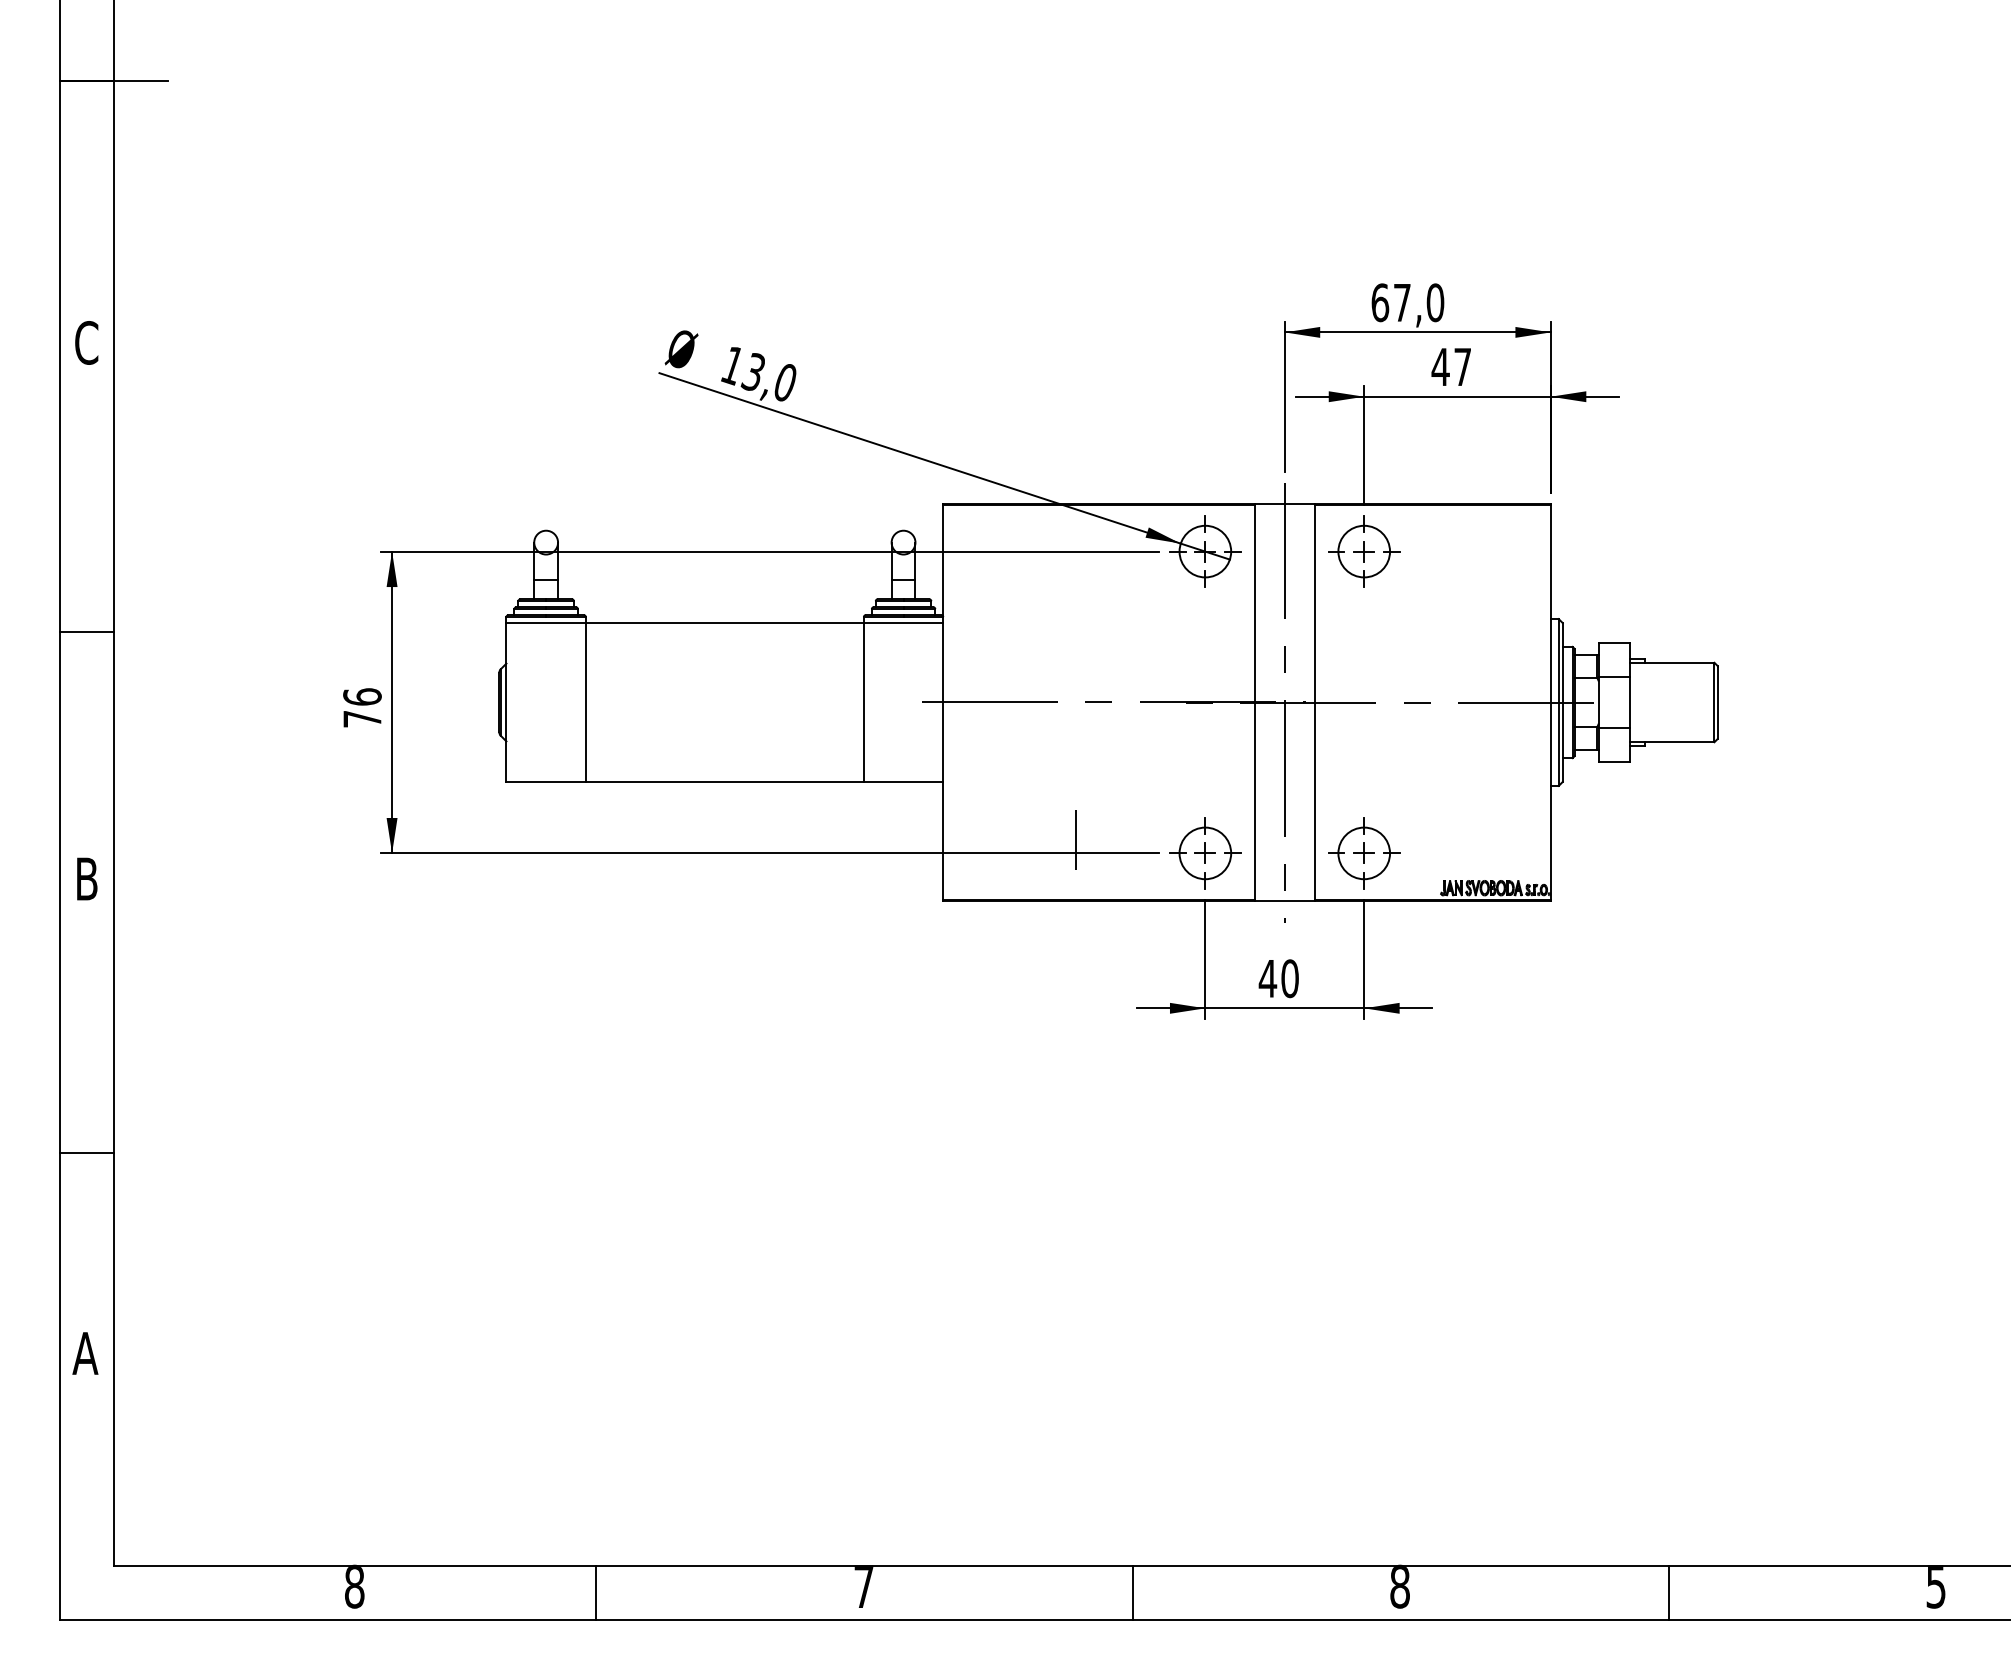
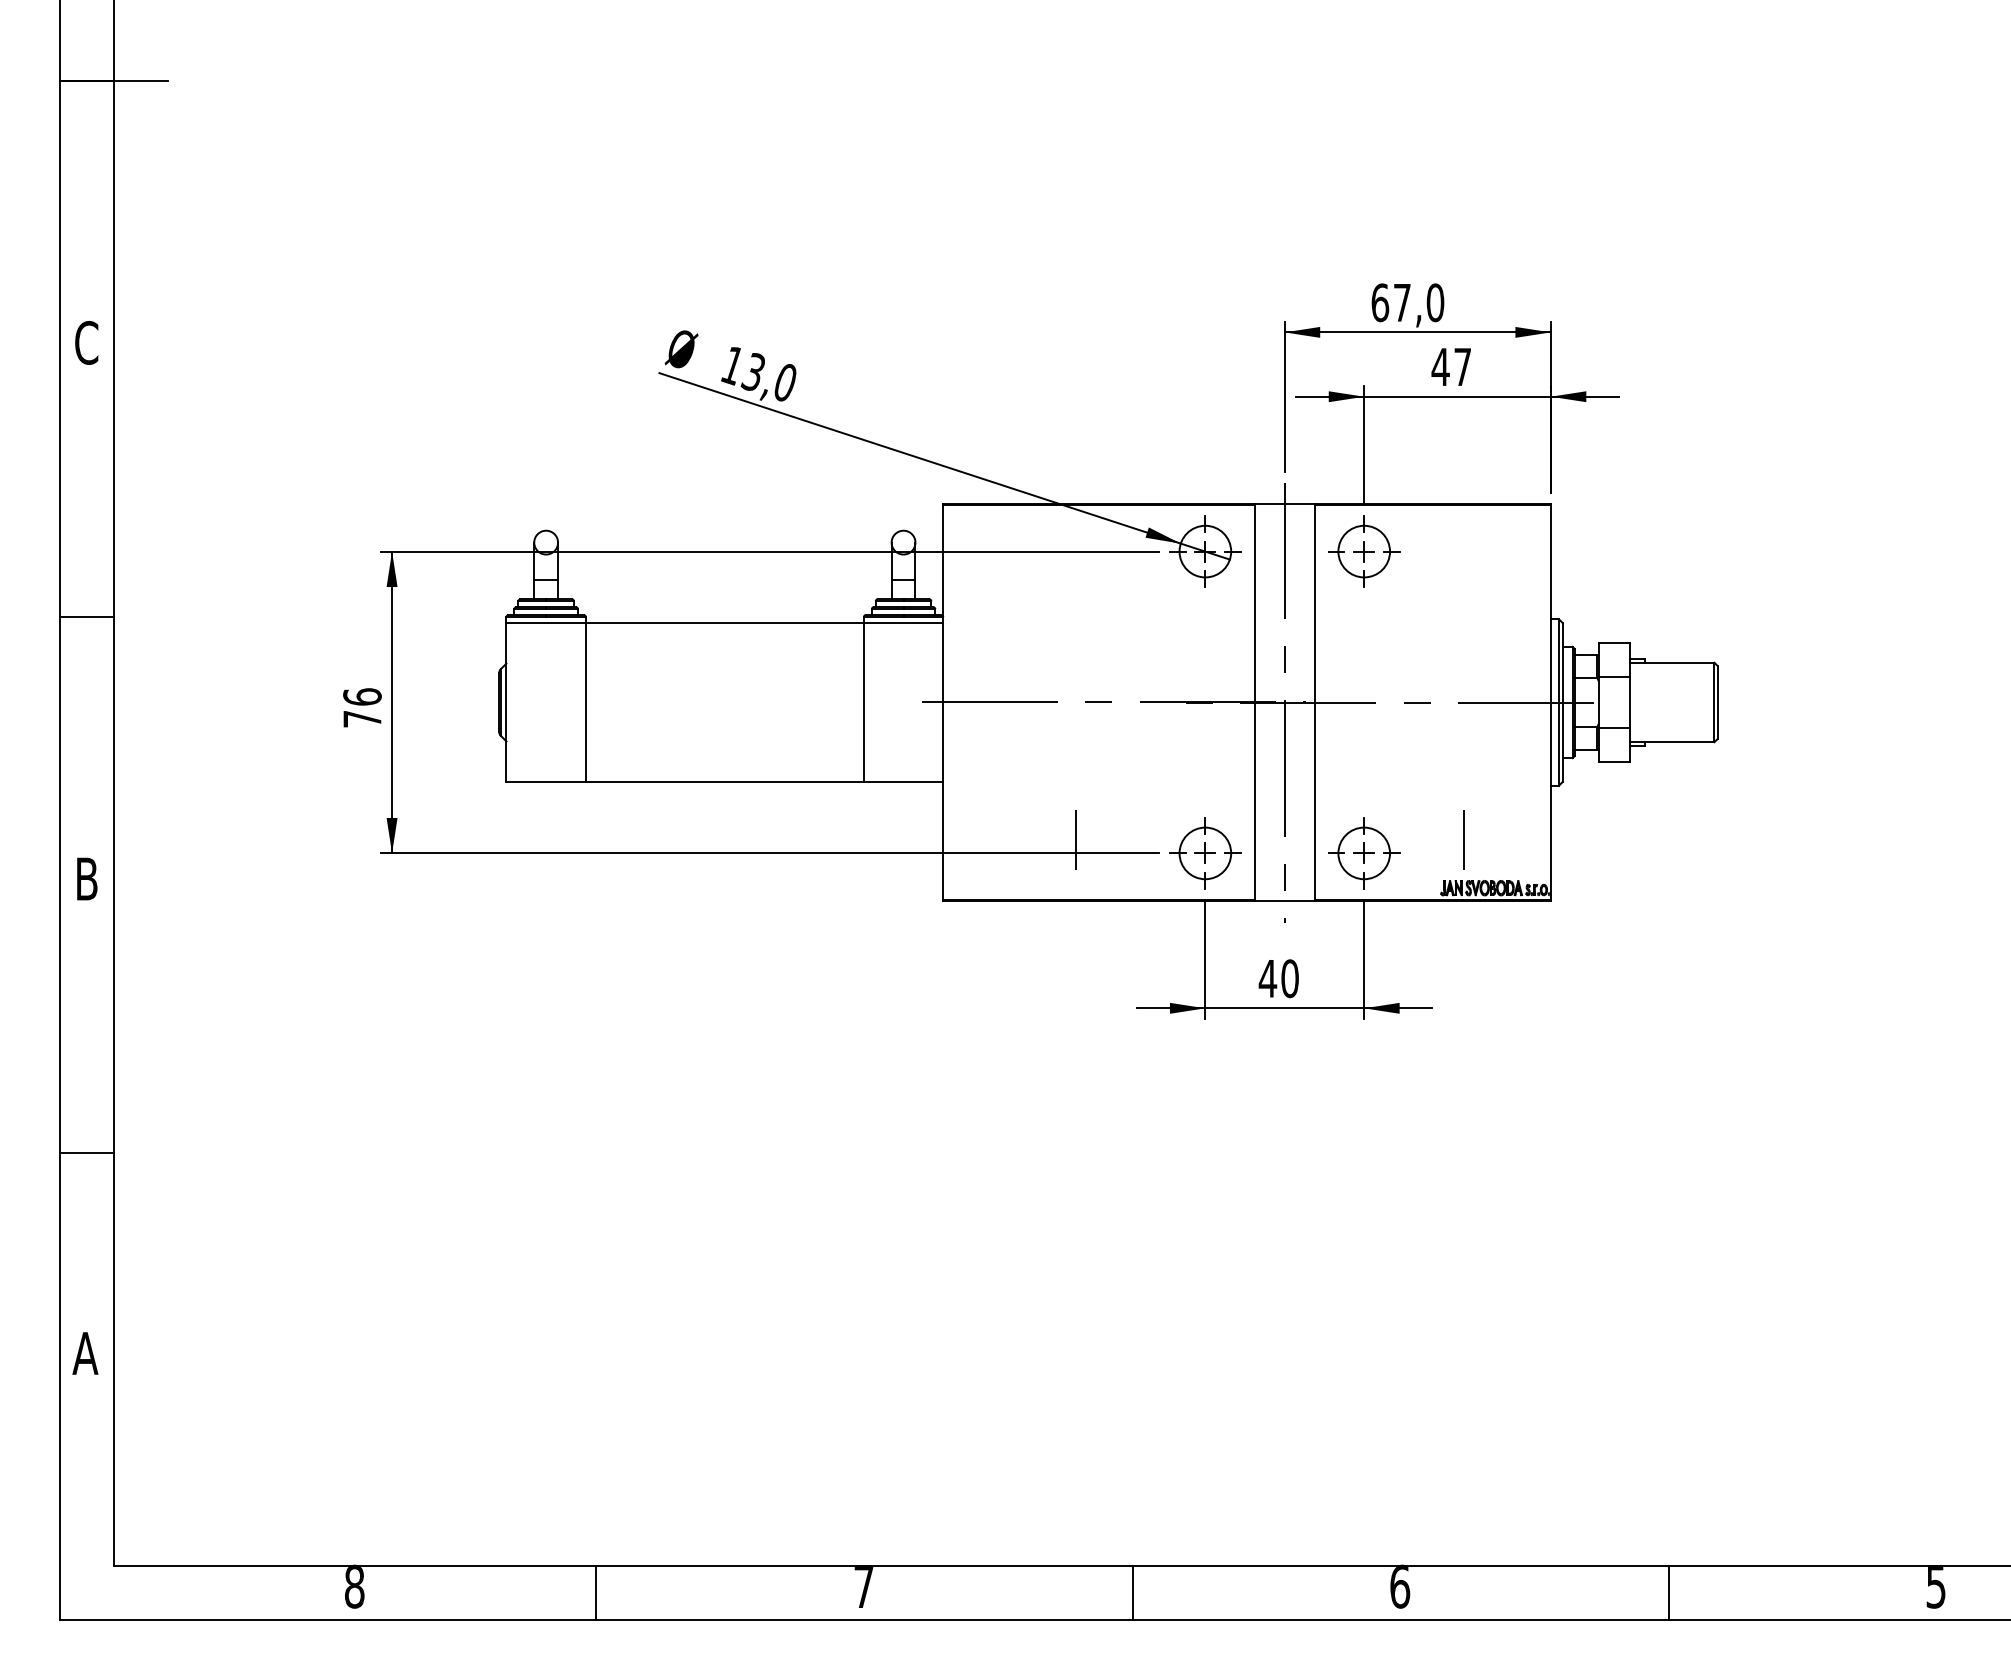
line at (86, 632) position: (86, 632) -> (86, 617)
line at (1463, 839): none -> present
text at (1400, 1586): 8 -> 6
